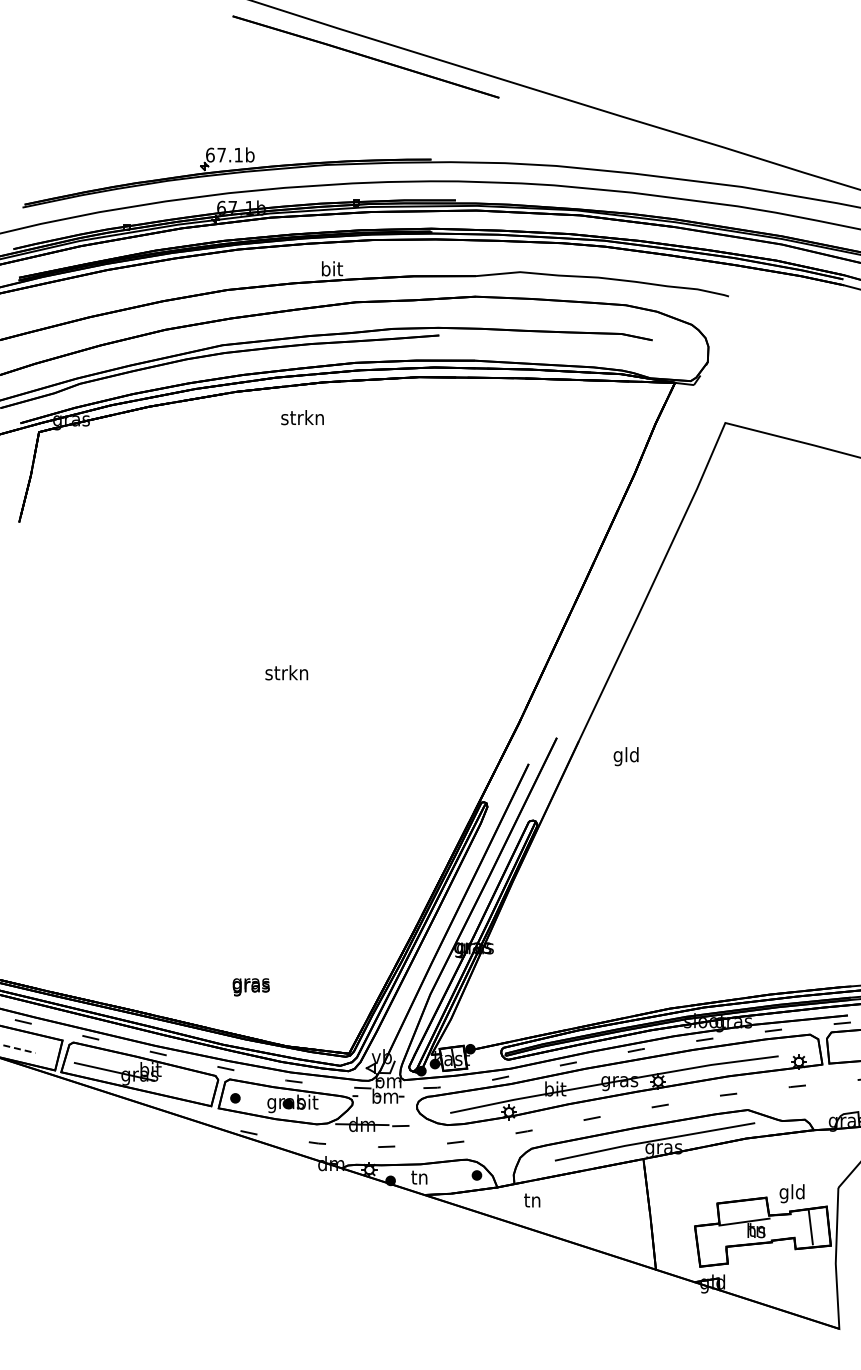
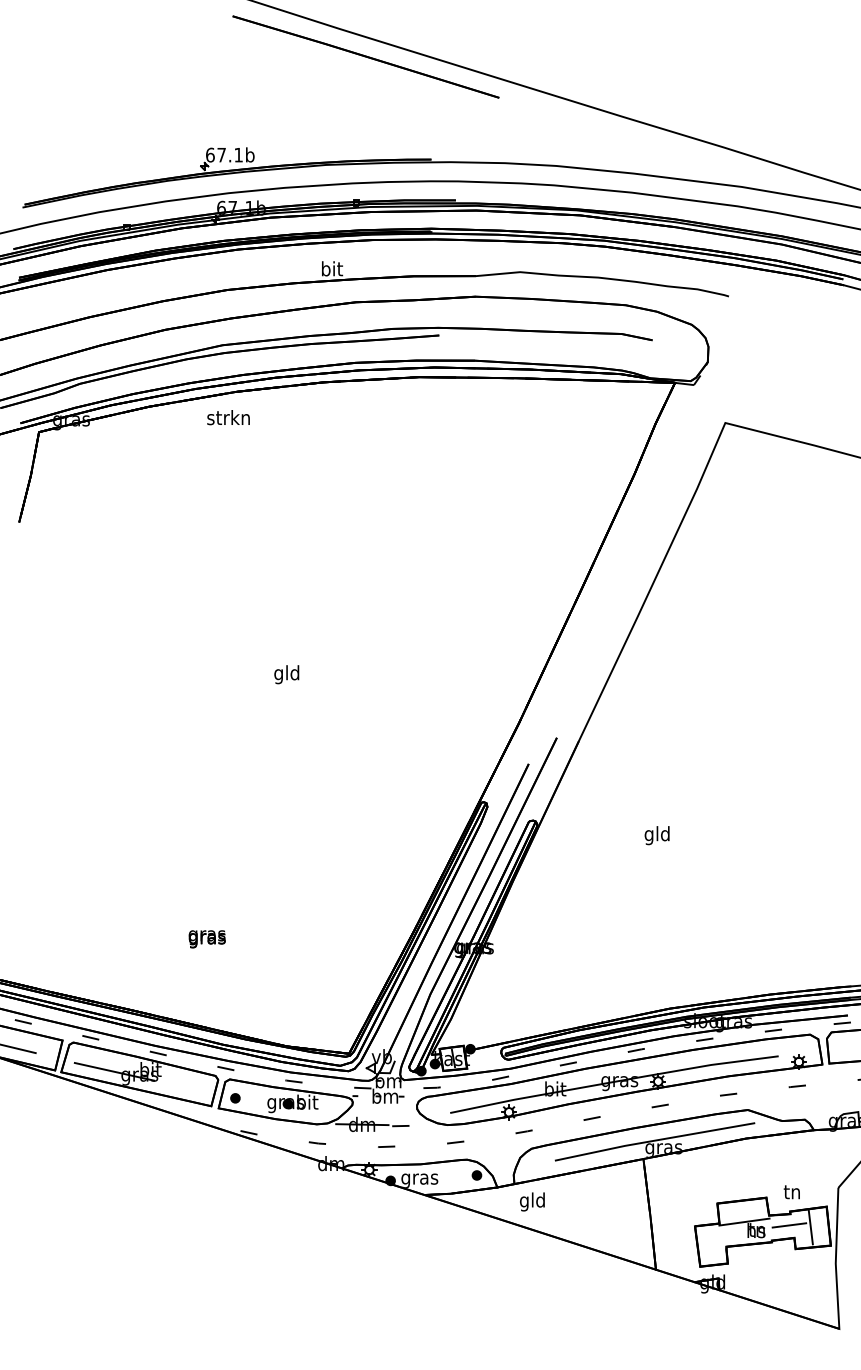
text at (302, 417) position: (302, 417) -> (228, 417)
text at (286, 674): strkn -> gld
text at (625, 756) position: (625, 756) -> (656, 835)
text at (250, 987) position: (250, 987) -> (206, 939)
line at (18, 1048): dashed -> solid
text at (419, 1178): tn -> gras
text at (791, 1193): gld -> tn
text at (532, 1201): tn -> gld
line at (789, 1225): none -> present
